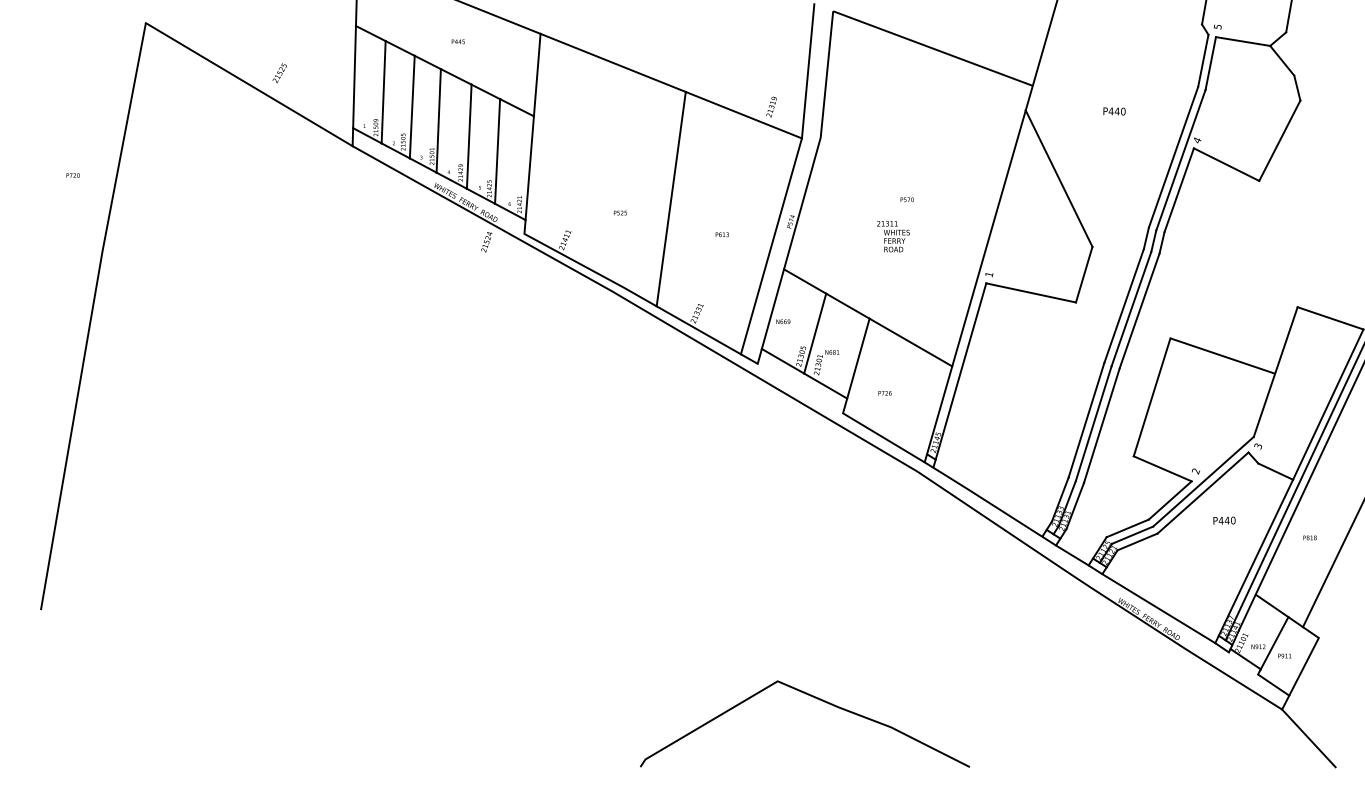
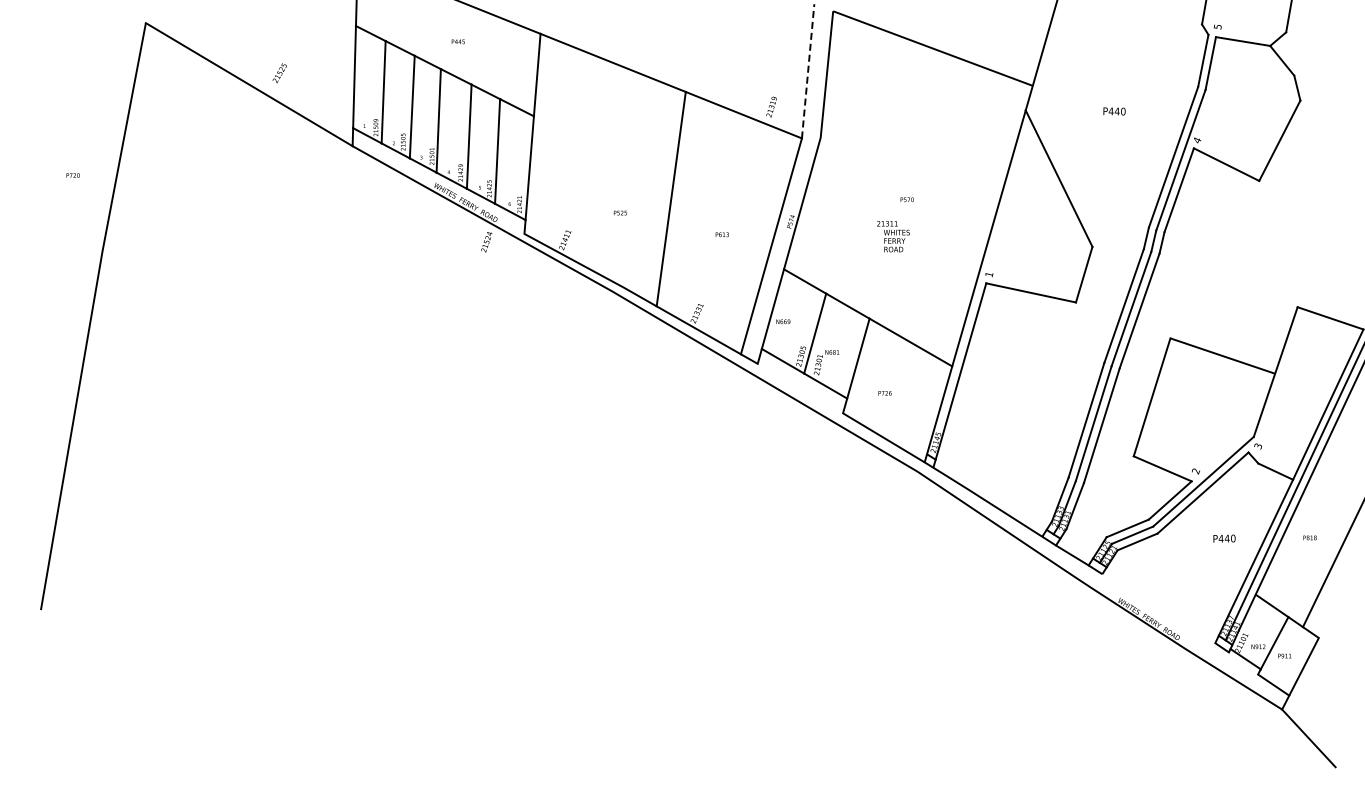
line at (808, 70): solid -> dashed
text at (1224, 520) position: (1224, 520) -> (1224, 538)
line at (1158, 608): present -> none
curve at (812, 697): present -> none
